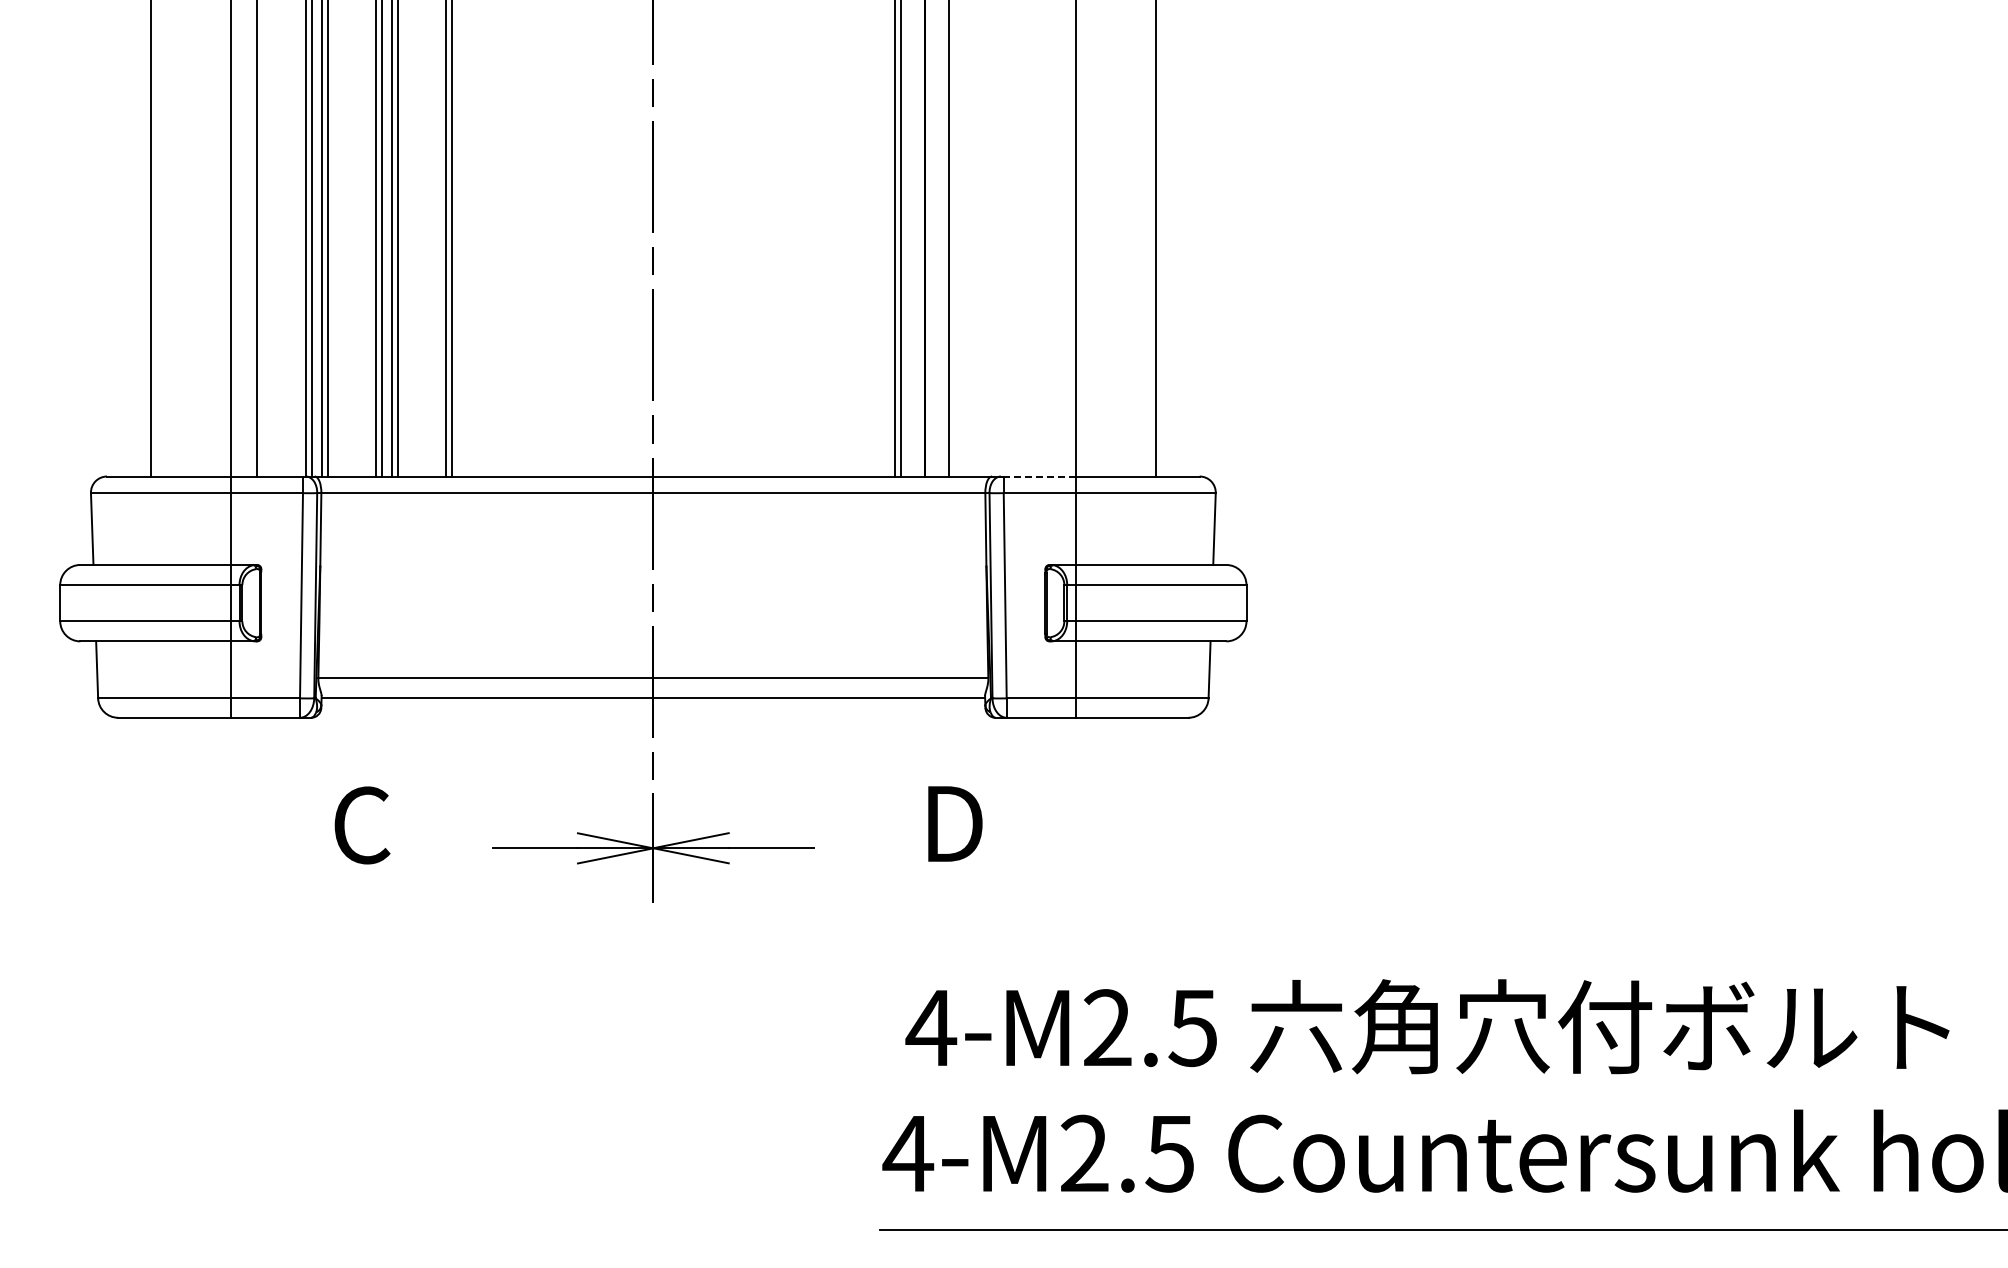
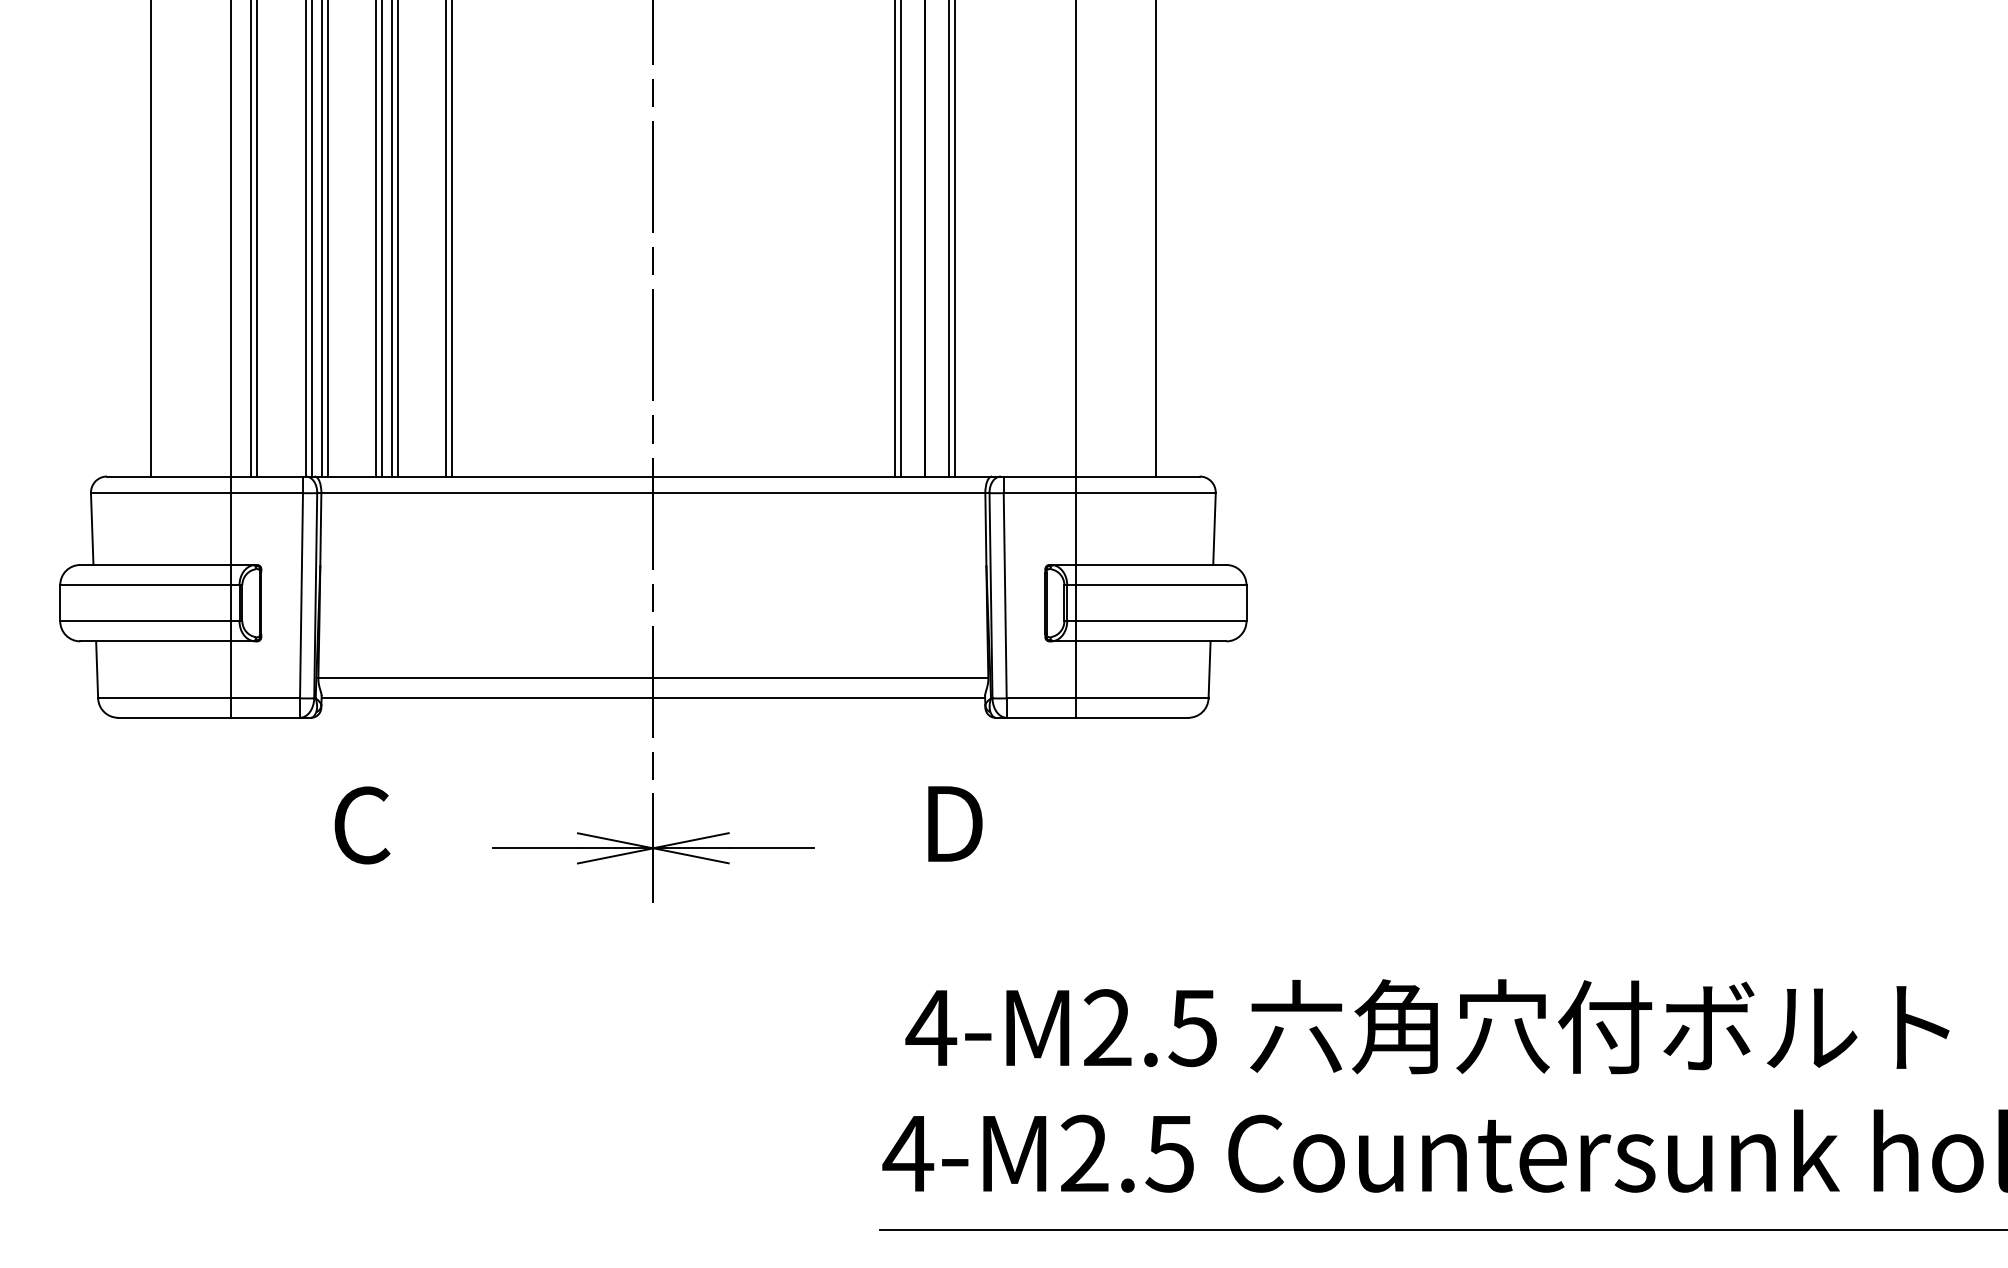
line at (251, 239): none -> present
line at (954, 239): none -> present
line at (1039, 476): dashed -> solid
